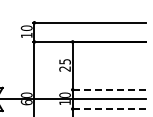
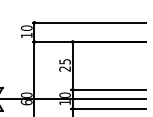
line at (107, 89): dashed -> solid
line at (107, 108): dashed -> solid
